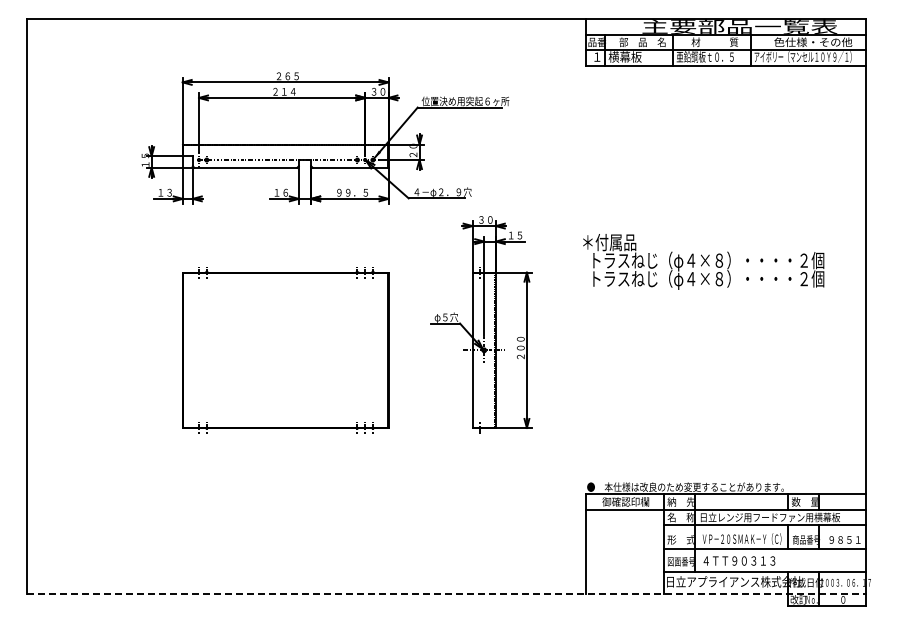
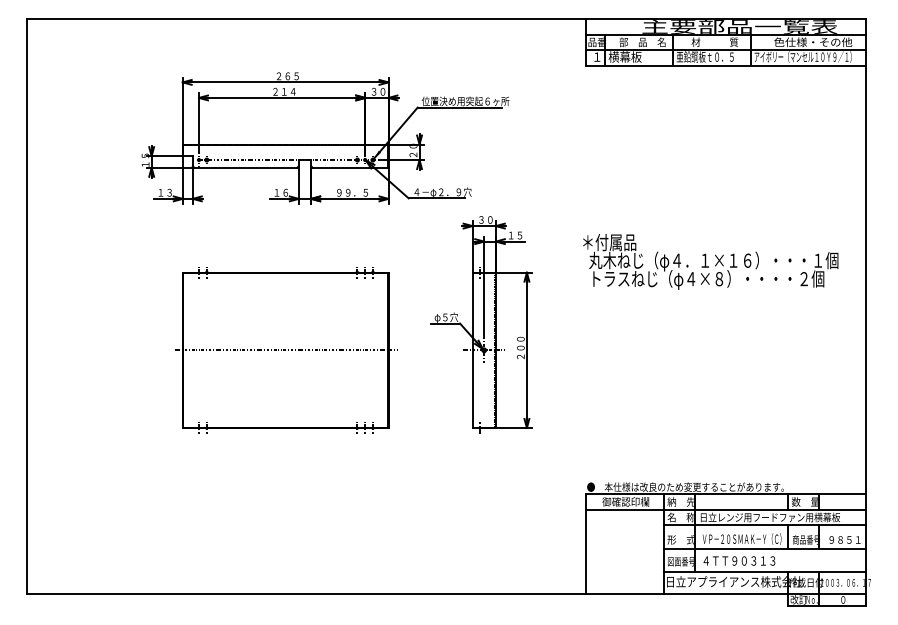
text at (713, 261): トラスねじ（φ４×８）・・・・２個 -> 丸木ねじ（φ４．１×１６）・・・１個
line at (286, 350): none -> present
line at (446, 593): dashed -> solid
